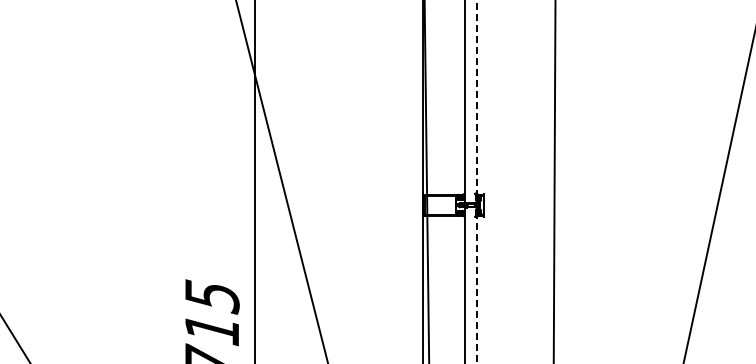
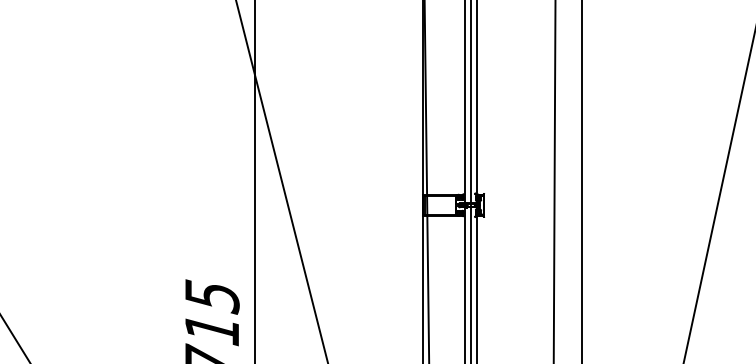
line at (471, 181): none -> present
line at (582, 181): none -> present
line at (477, 182): dashed -> solid
